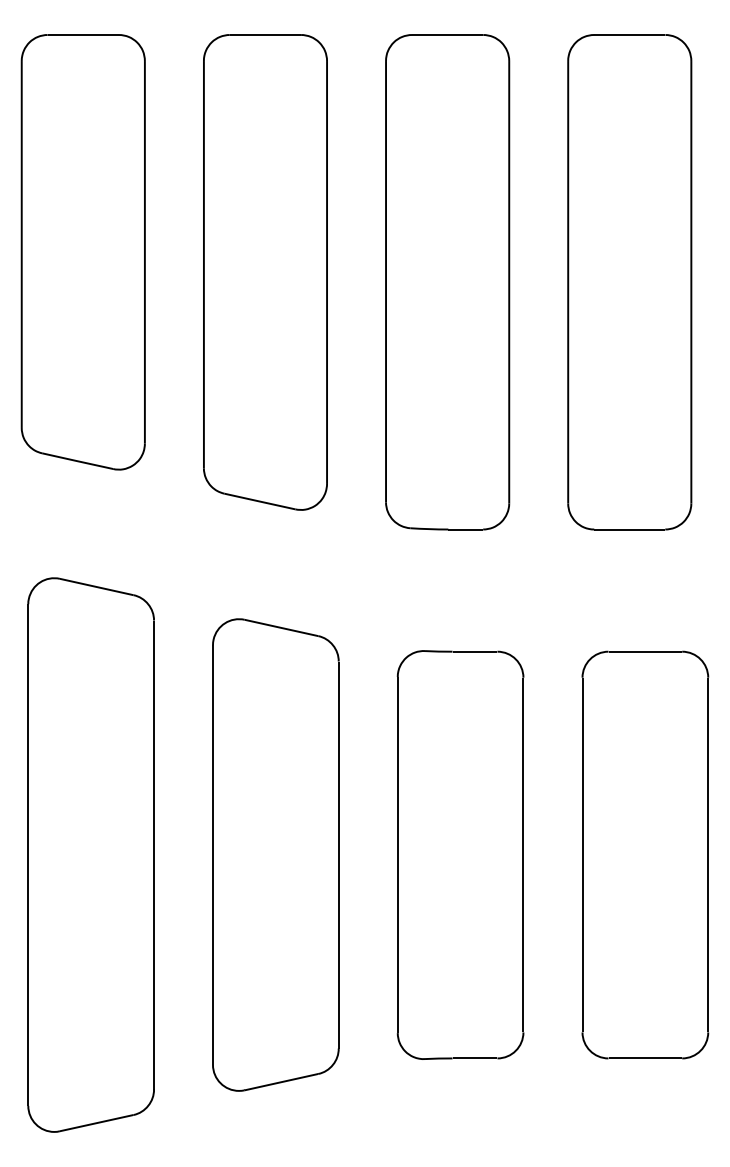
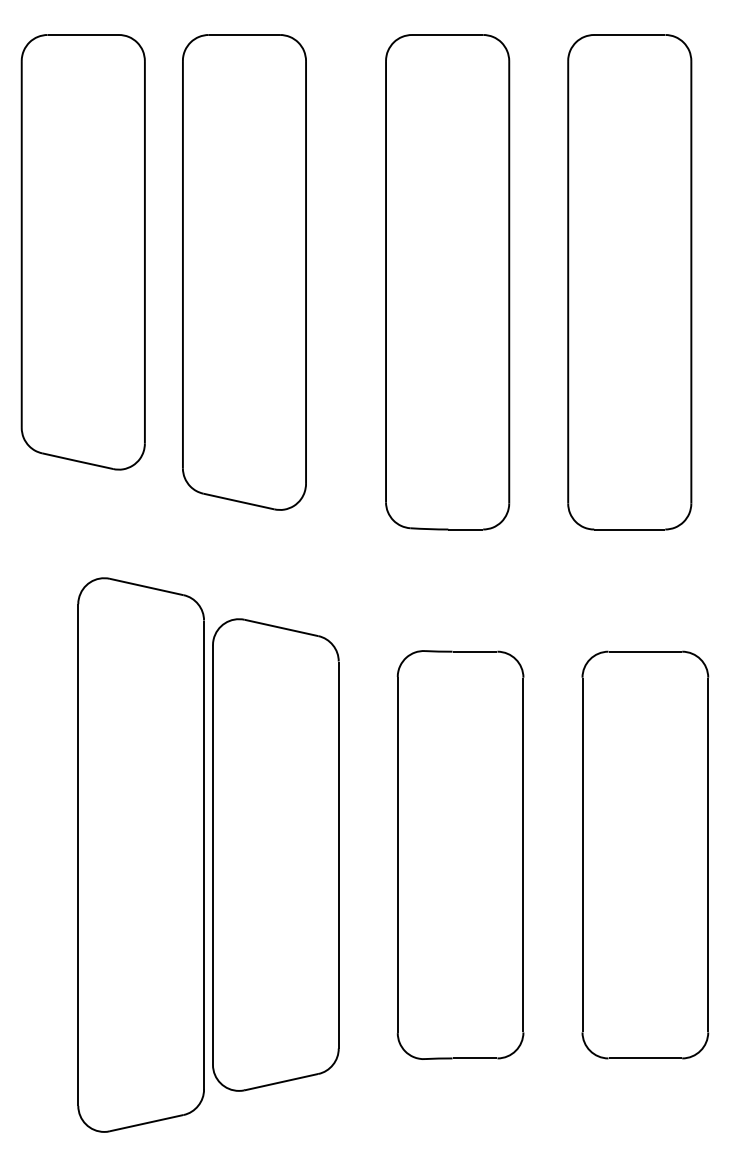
part at (265, 272) position: (265, 272) -> (244, 272)
part at (90, 854) position: (90, 854) -> (140, 854)
